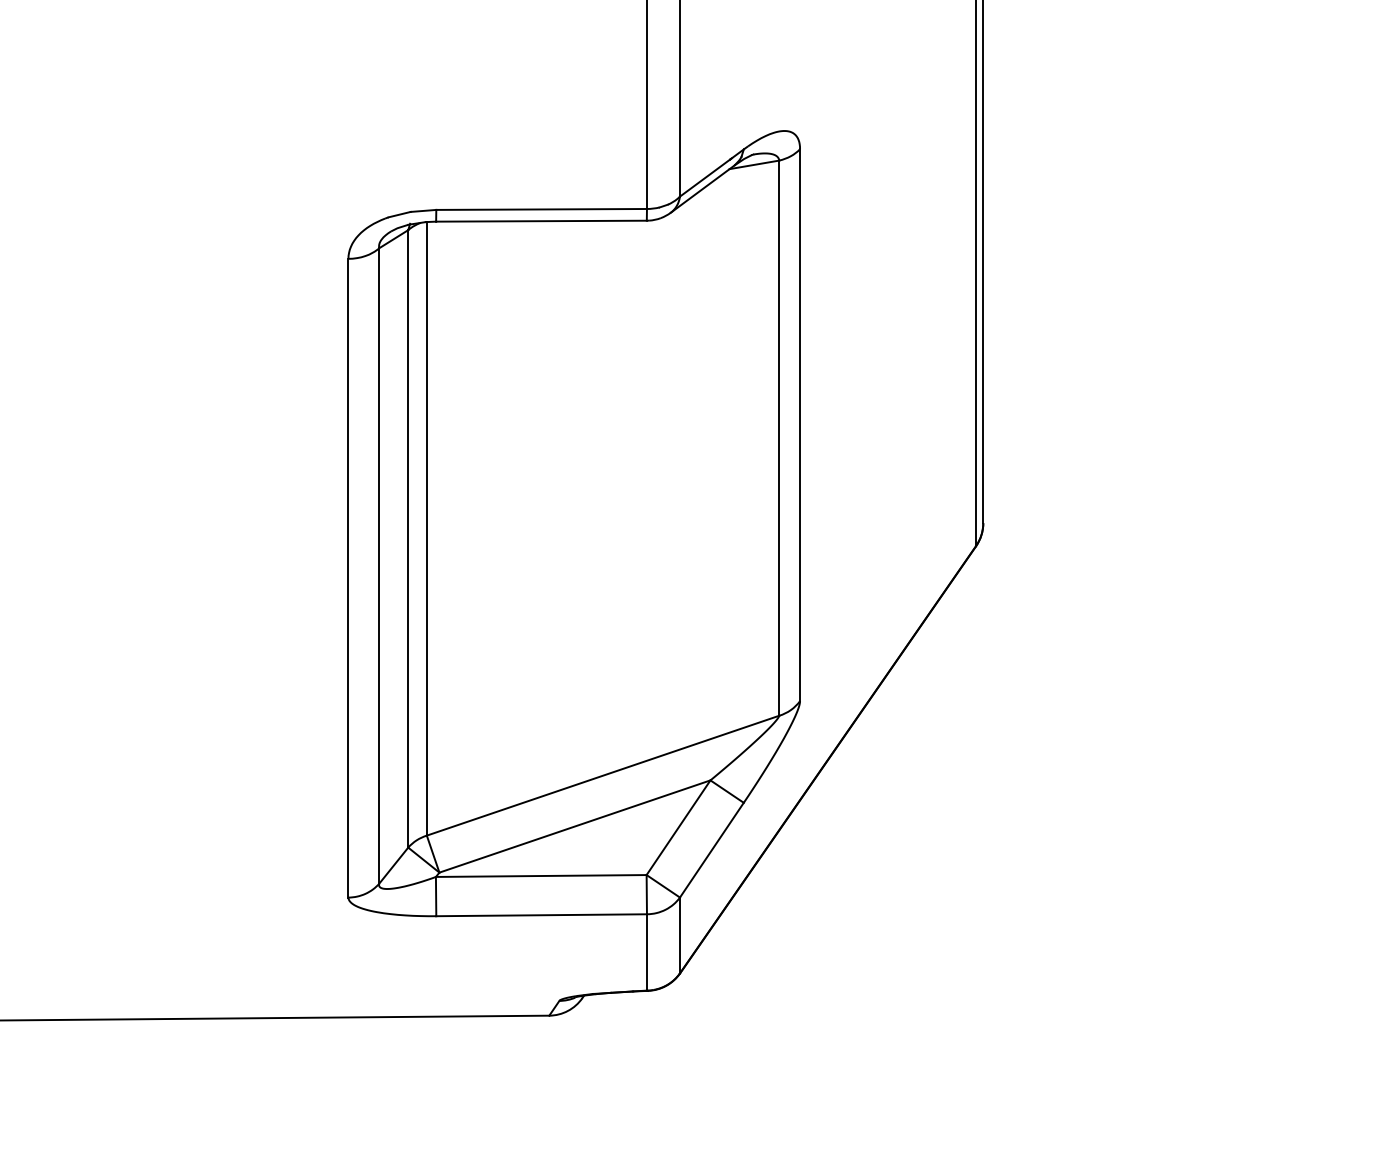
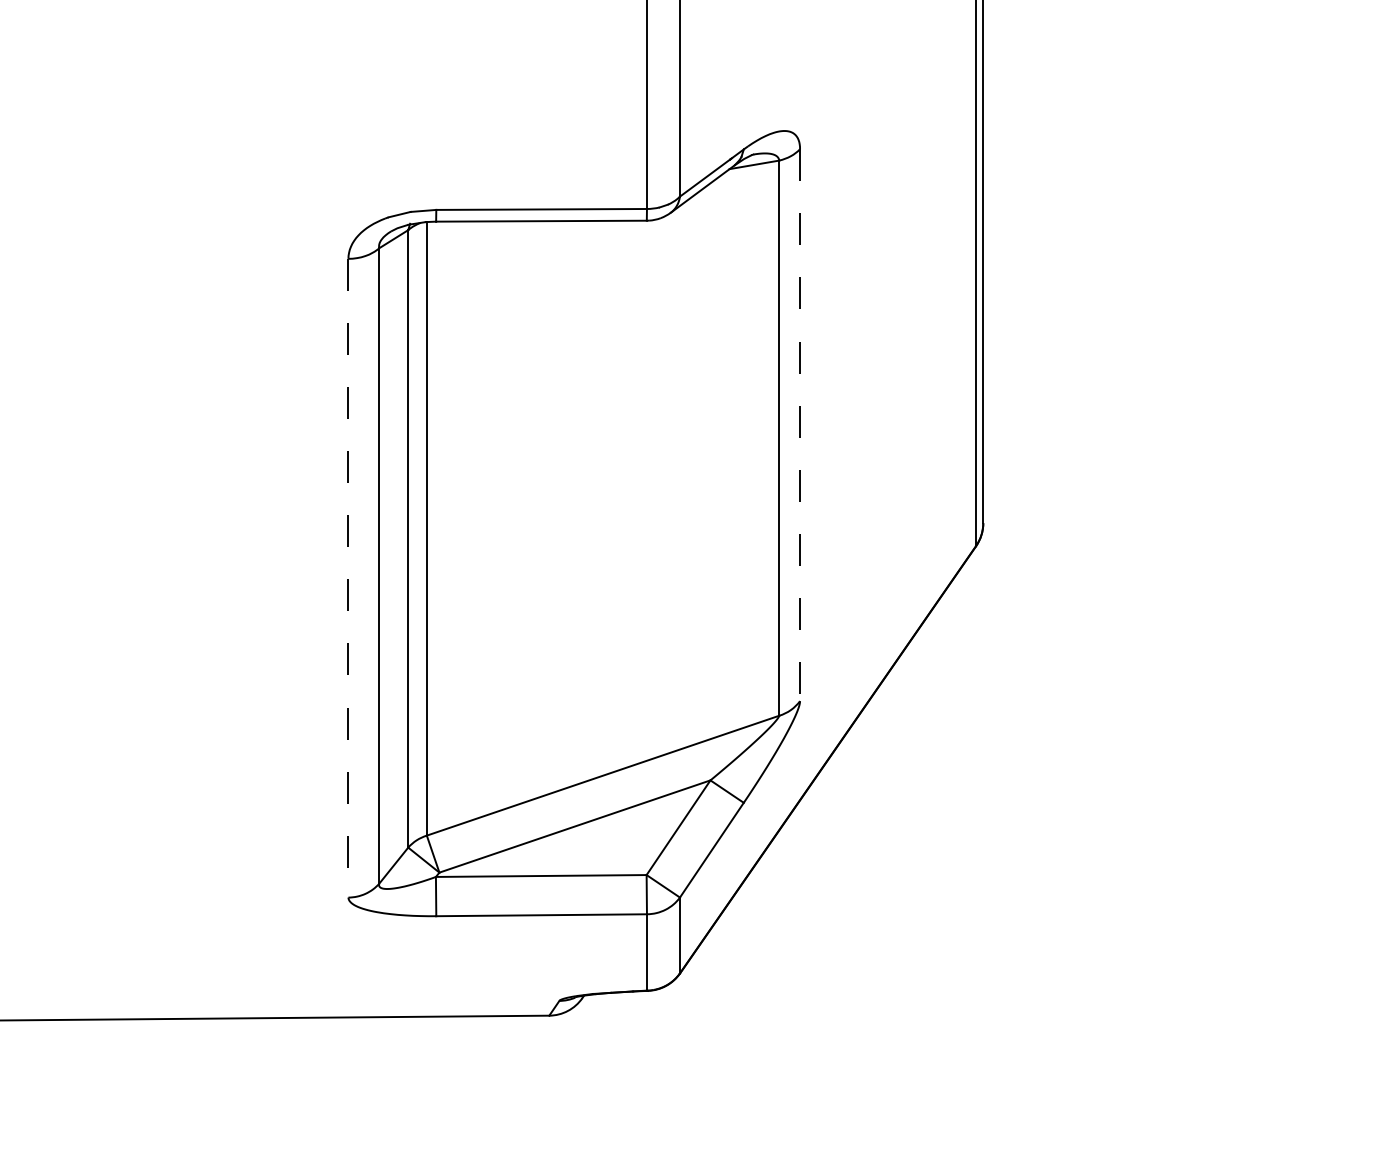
line at (800, 425): solid -> dashed
line at (348, 578): solid -> dashed
